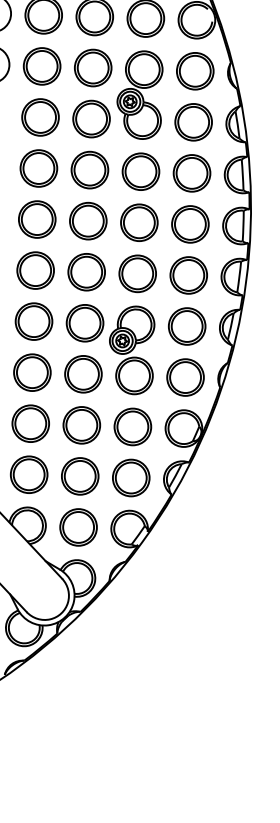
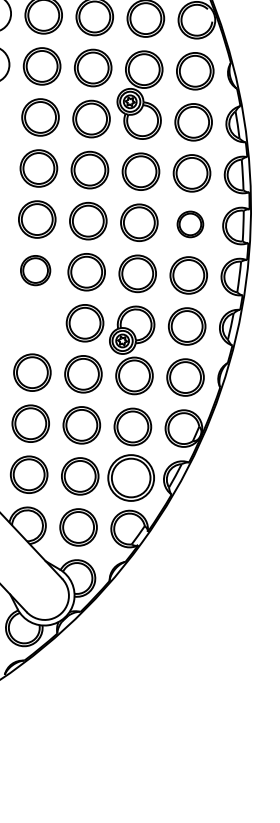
part at (190, 224) size: 39x39 px -> 29x29 px
part at (35, 270) size: 39x39 px -> 32x32 px
part at (33, 321): present -> none
part at (131, 477) size: 39x40 px -> 48x48 px
